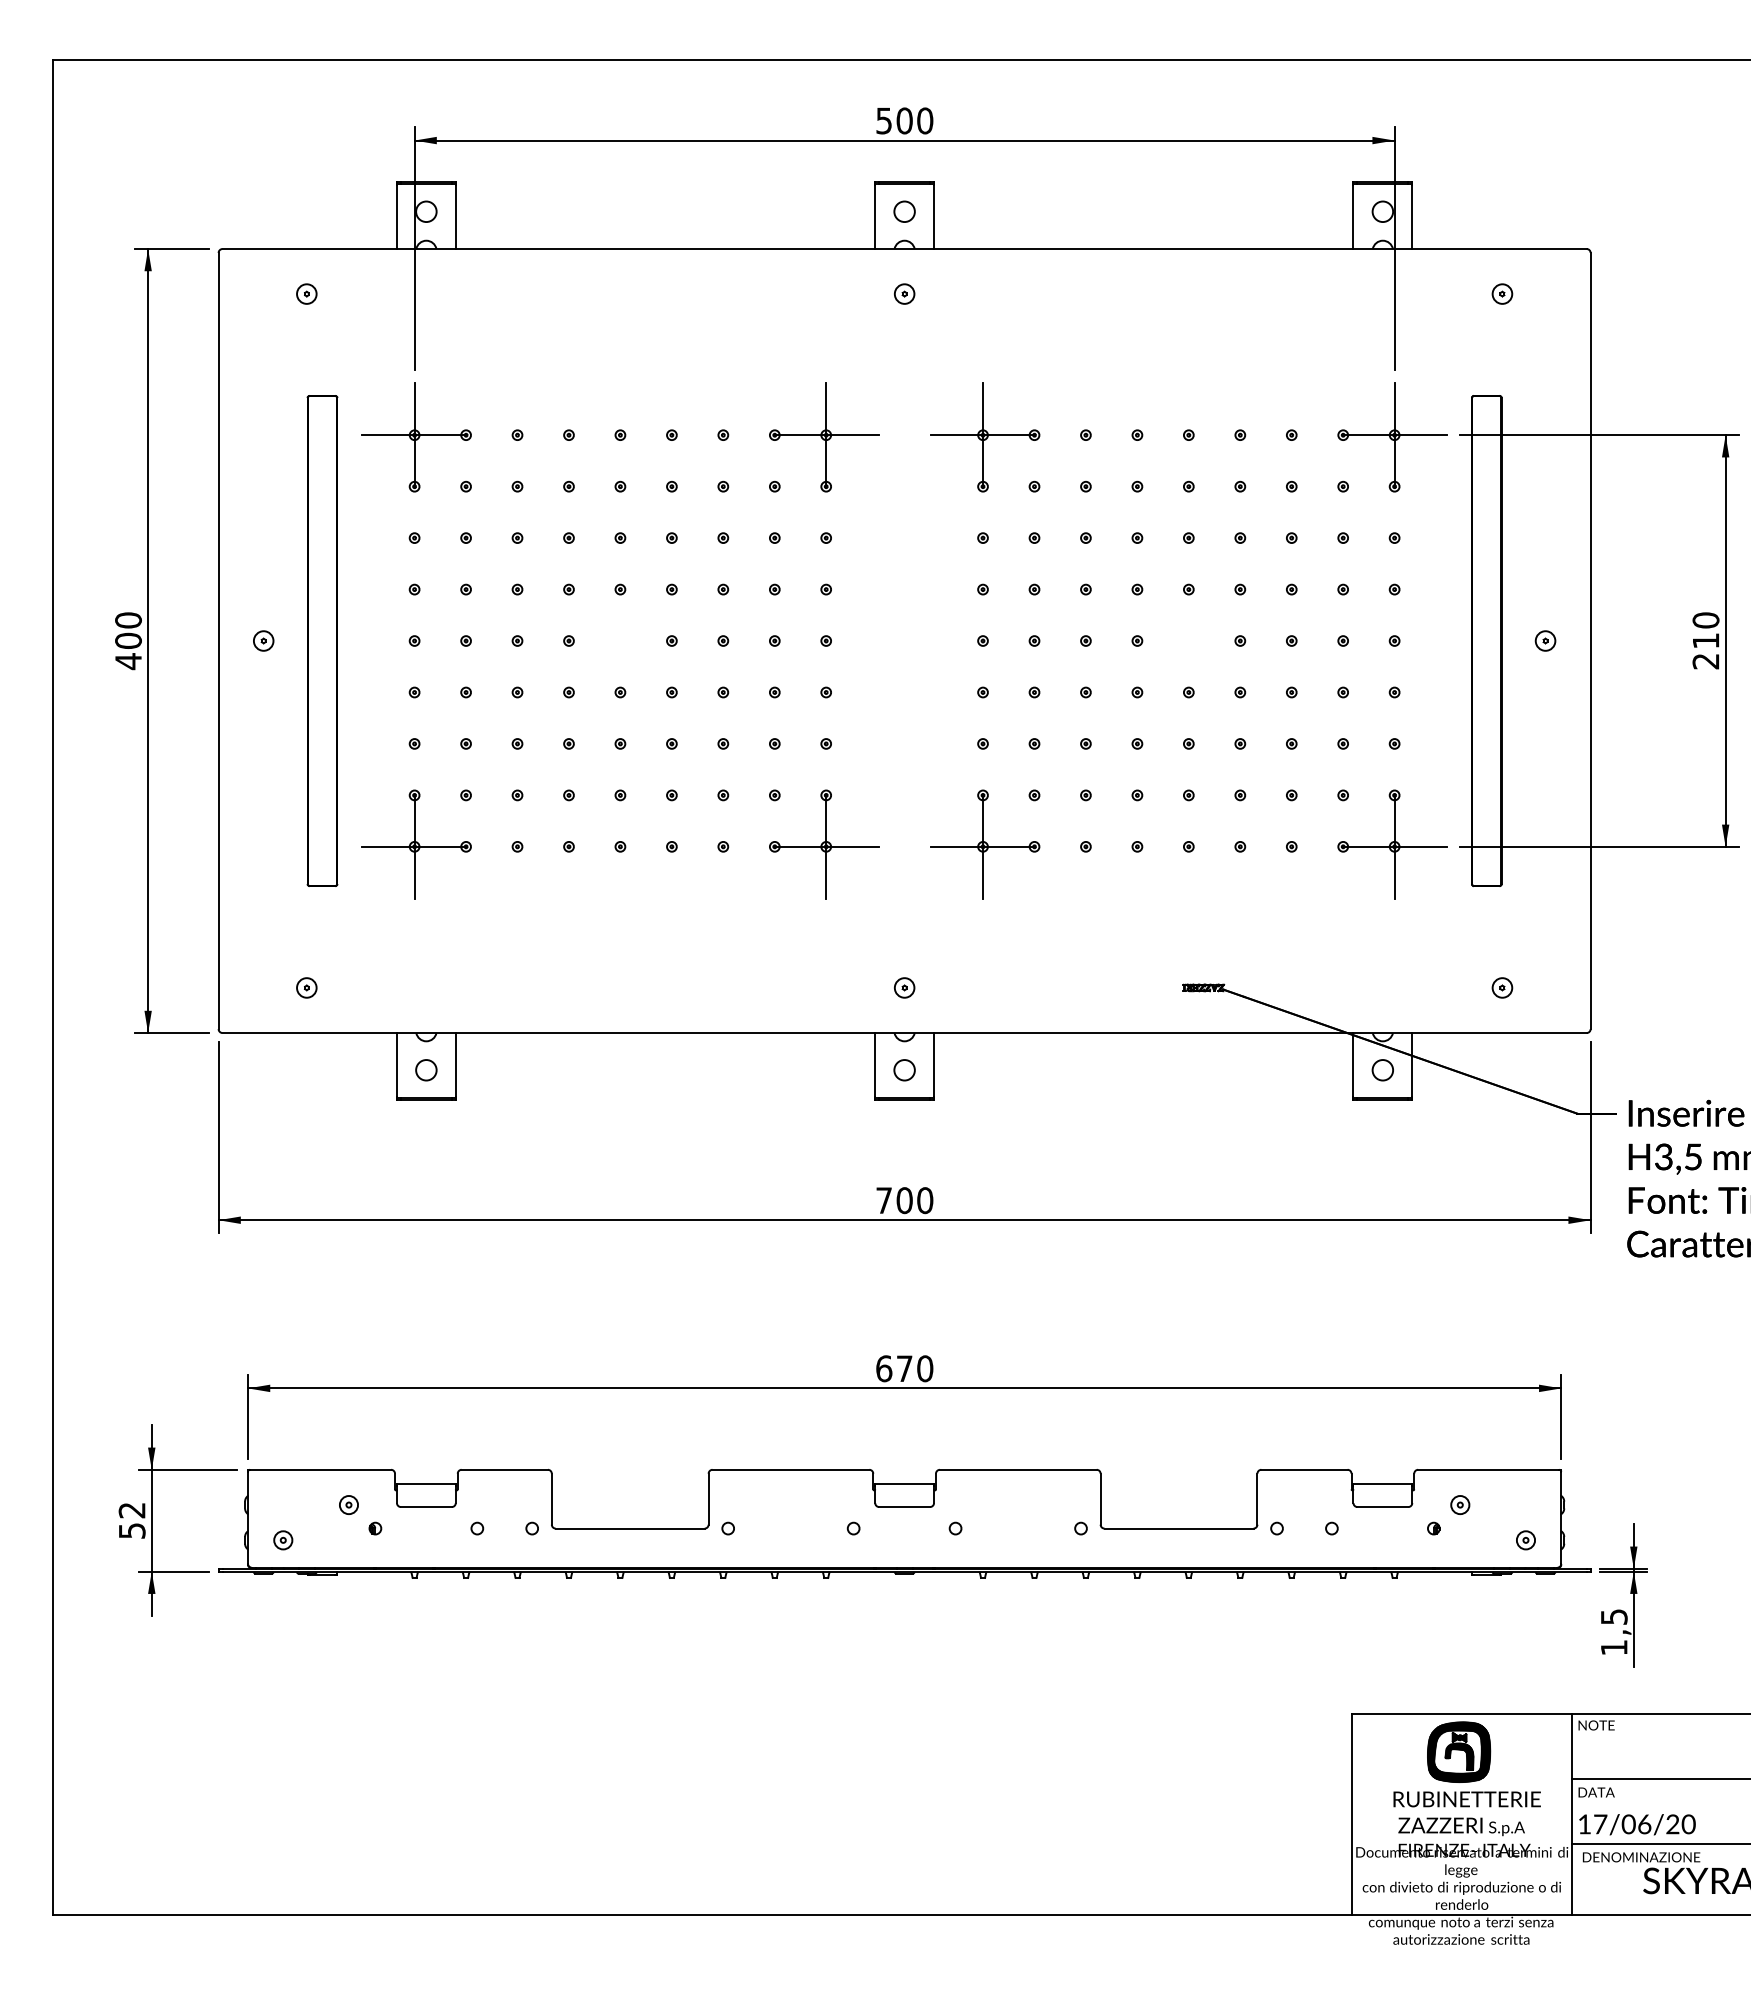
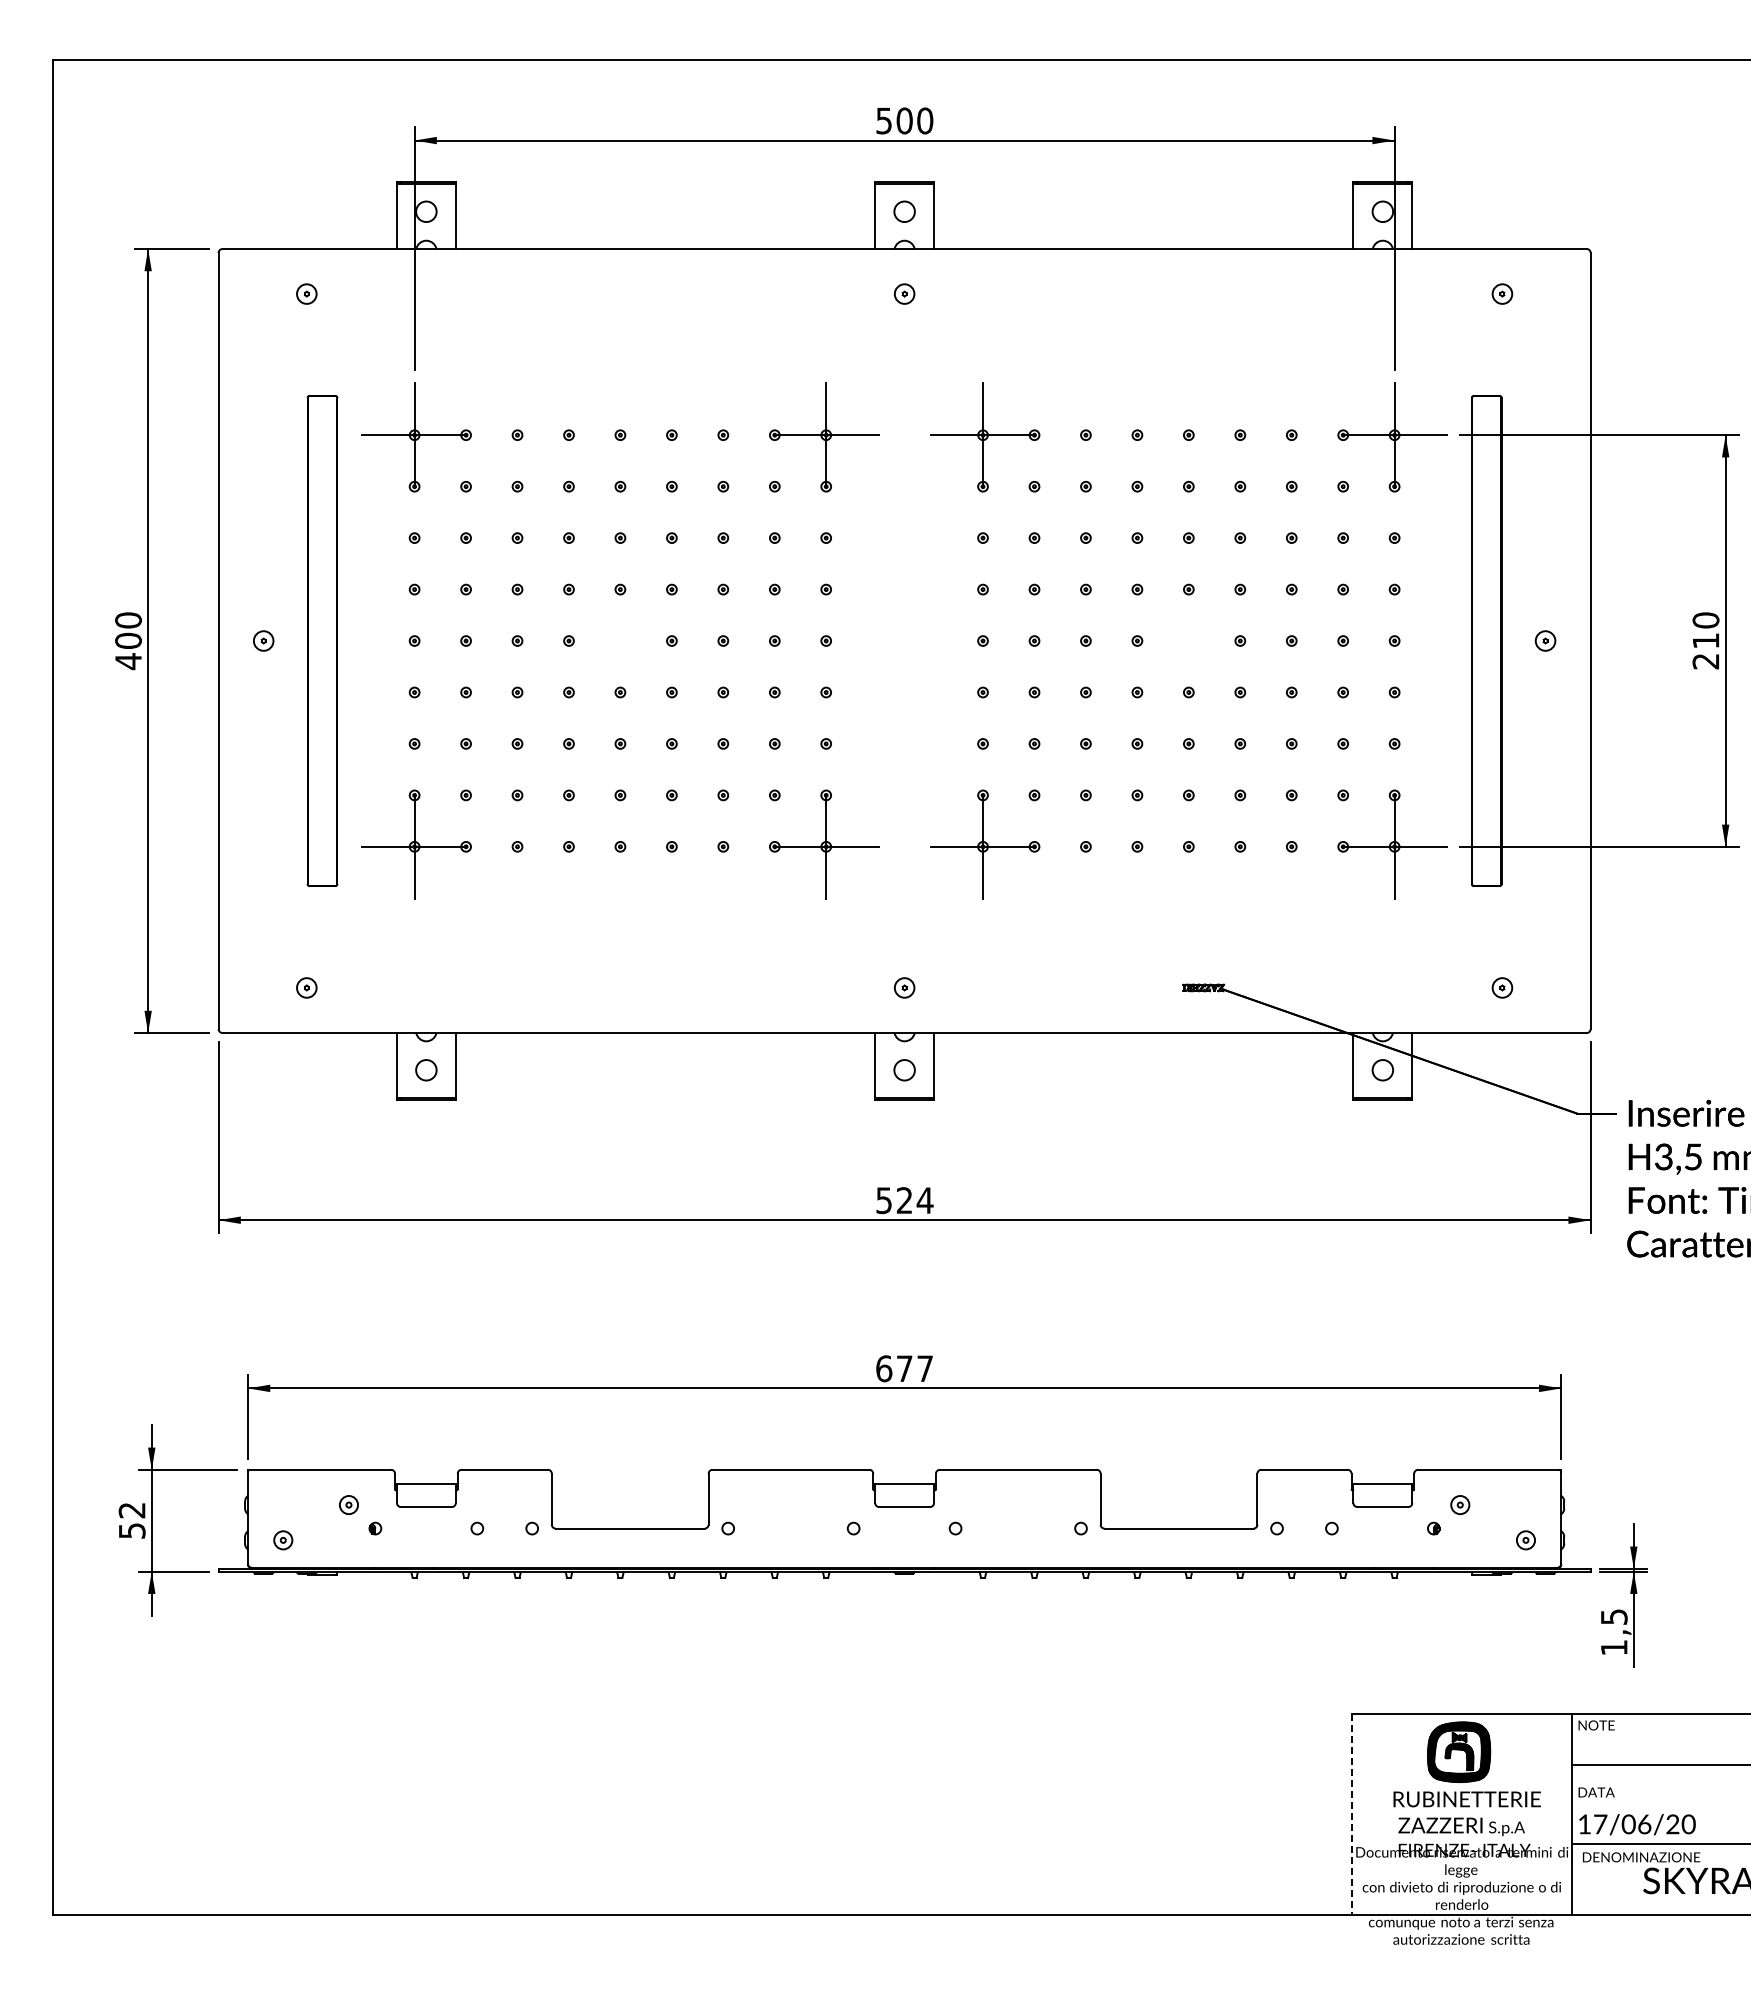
text at (904, 1200): 700 -> 524
text at (925, 1368): 670 -> 677
line at (1659, 1779) position: (1659, 1779) -> (1659, 1765)
line at (1352, 1814): solid -> dashed
